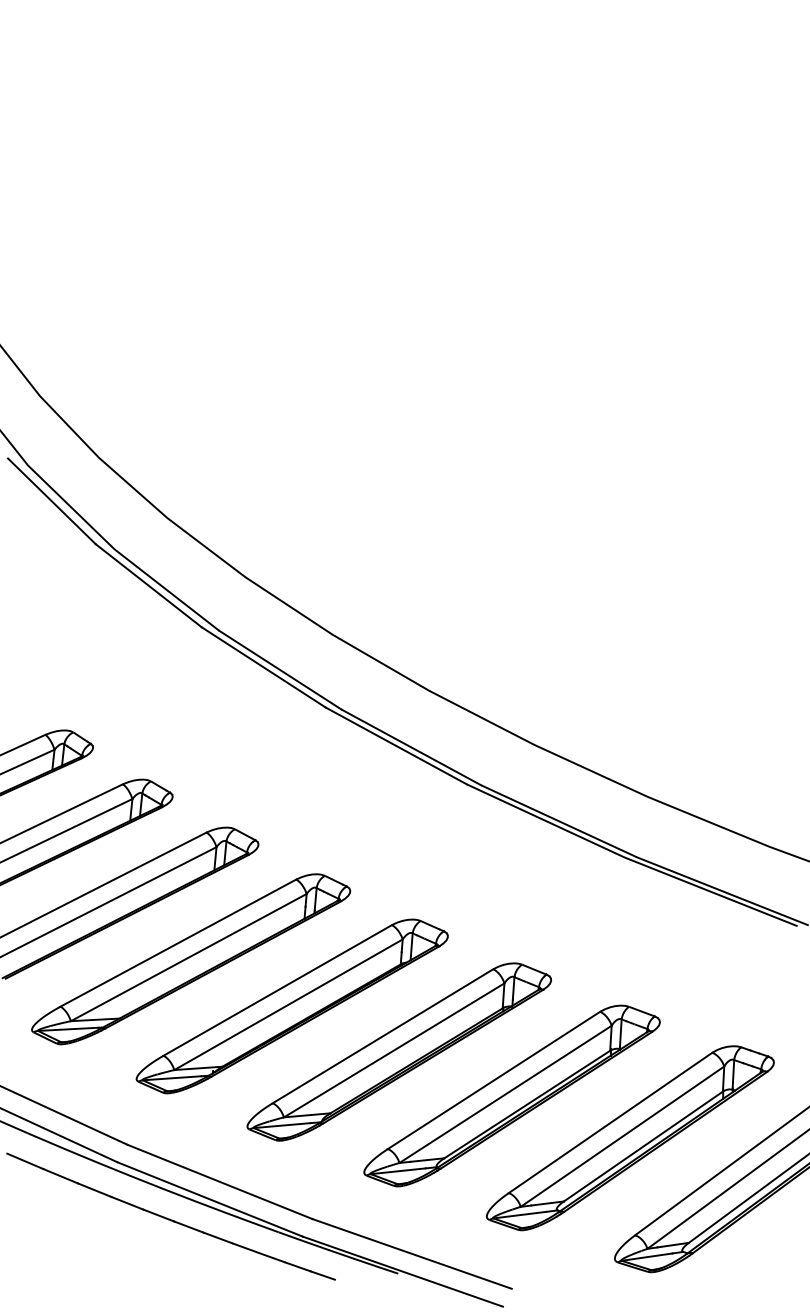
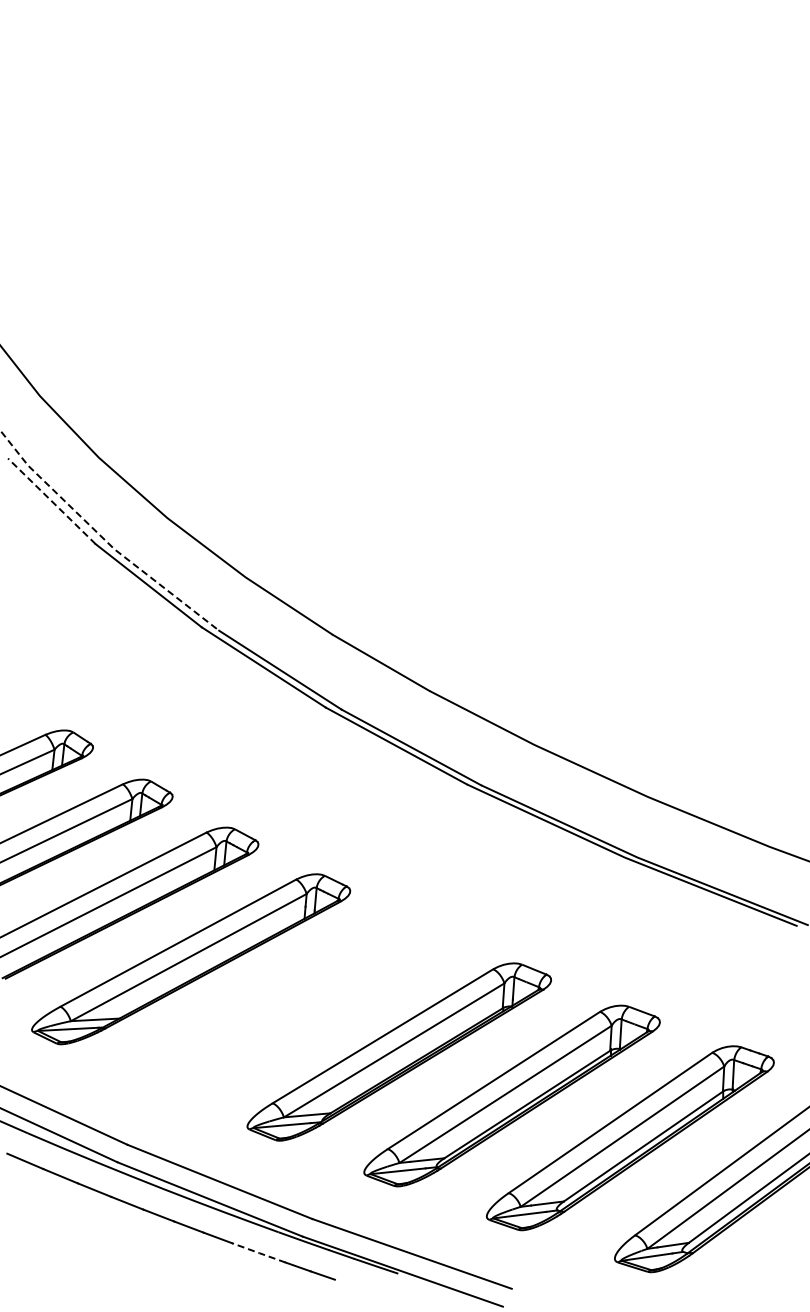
line at (51, 500): solid -> dashed
line at (103, 538): solid -> dashed
part at (291, 1006): present -> none
line at (258, 1252): solid -> dashed
